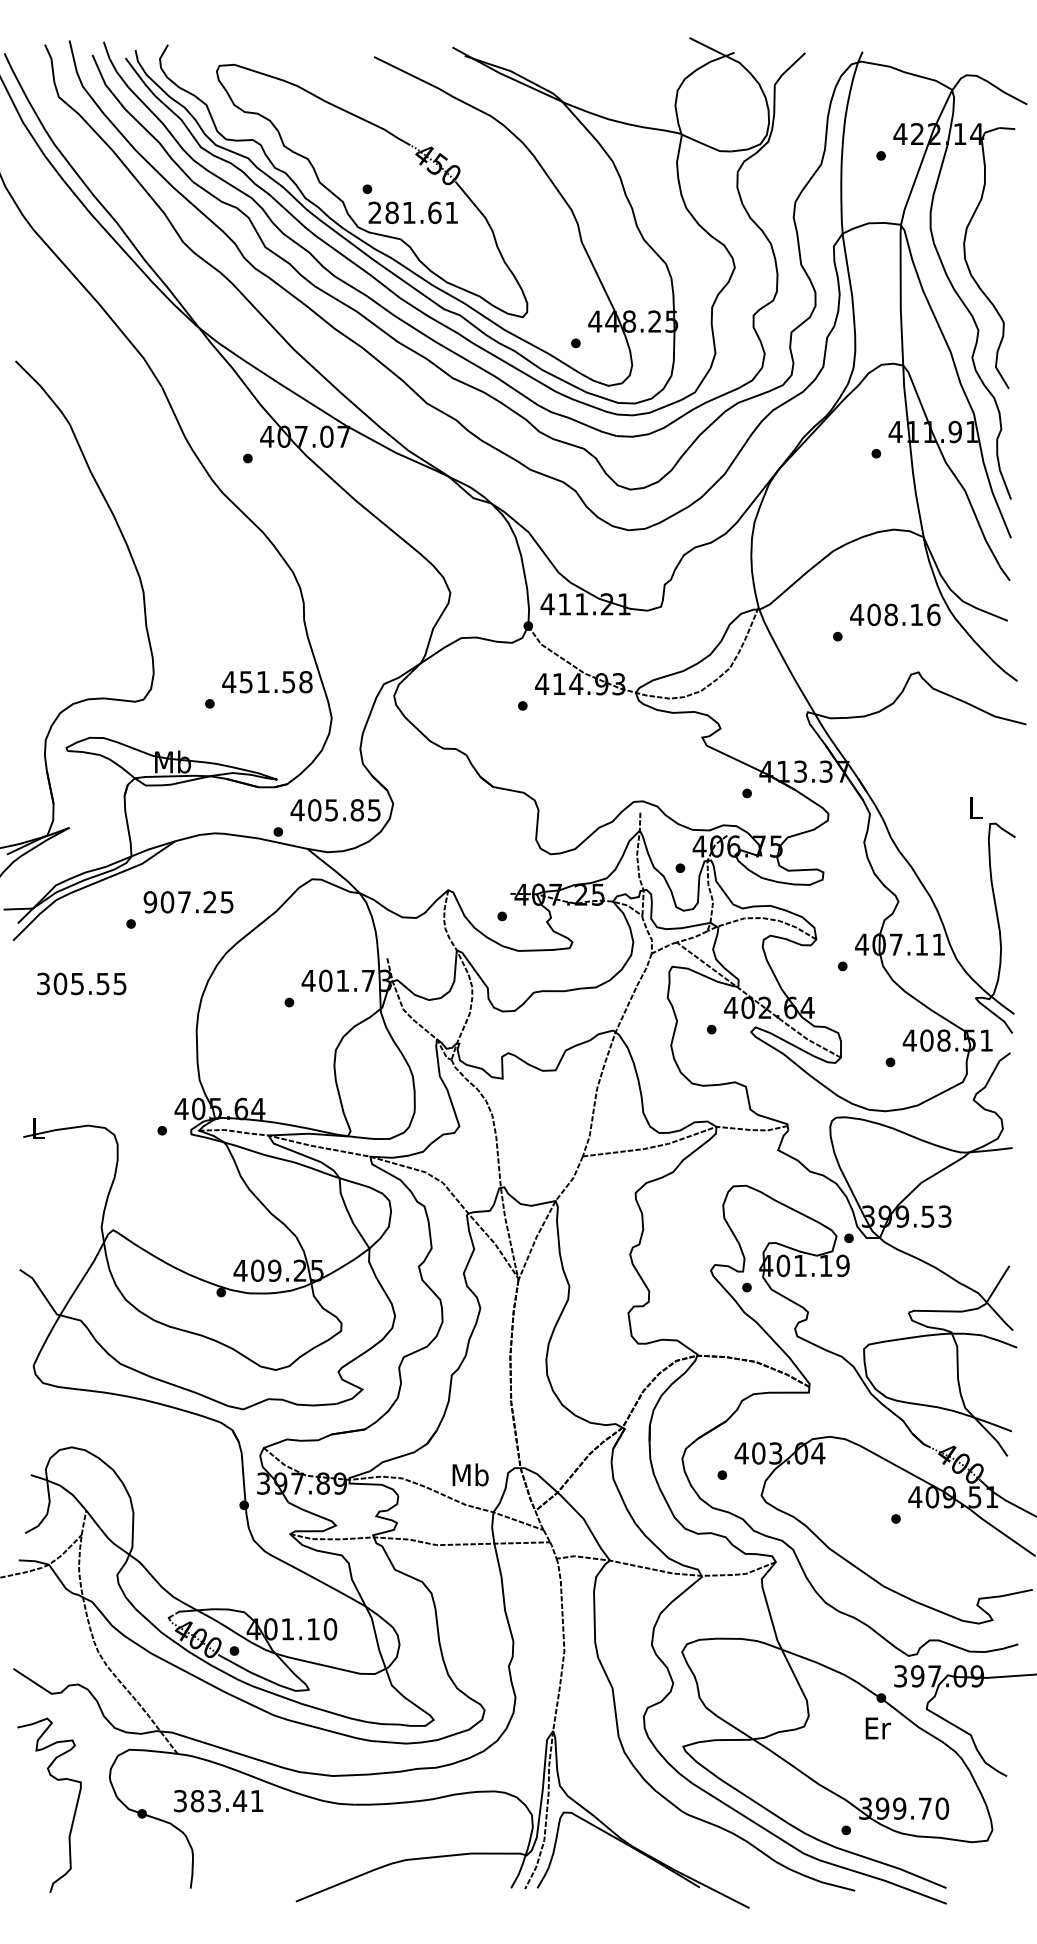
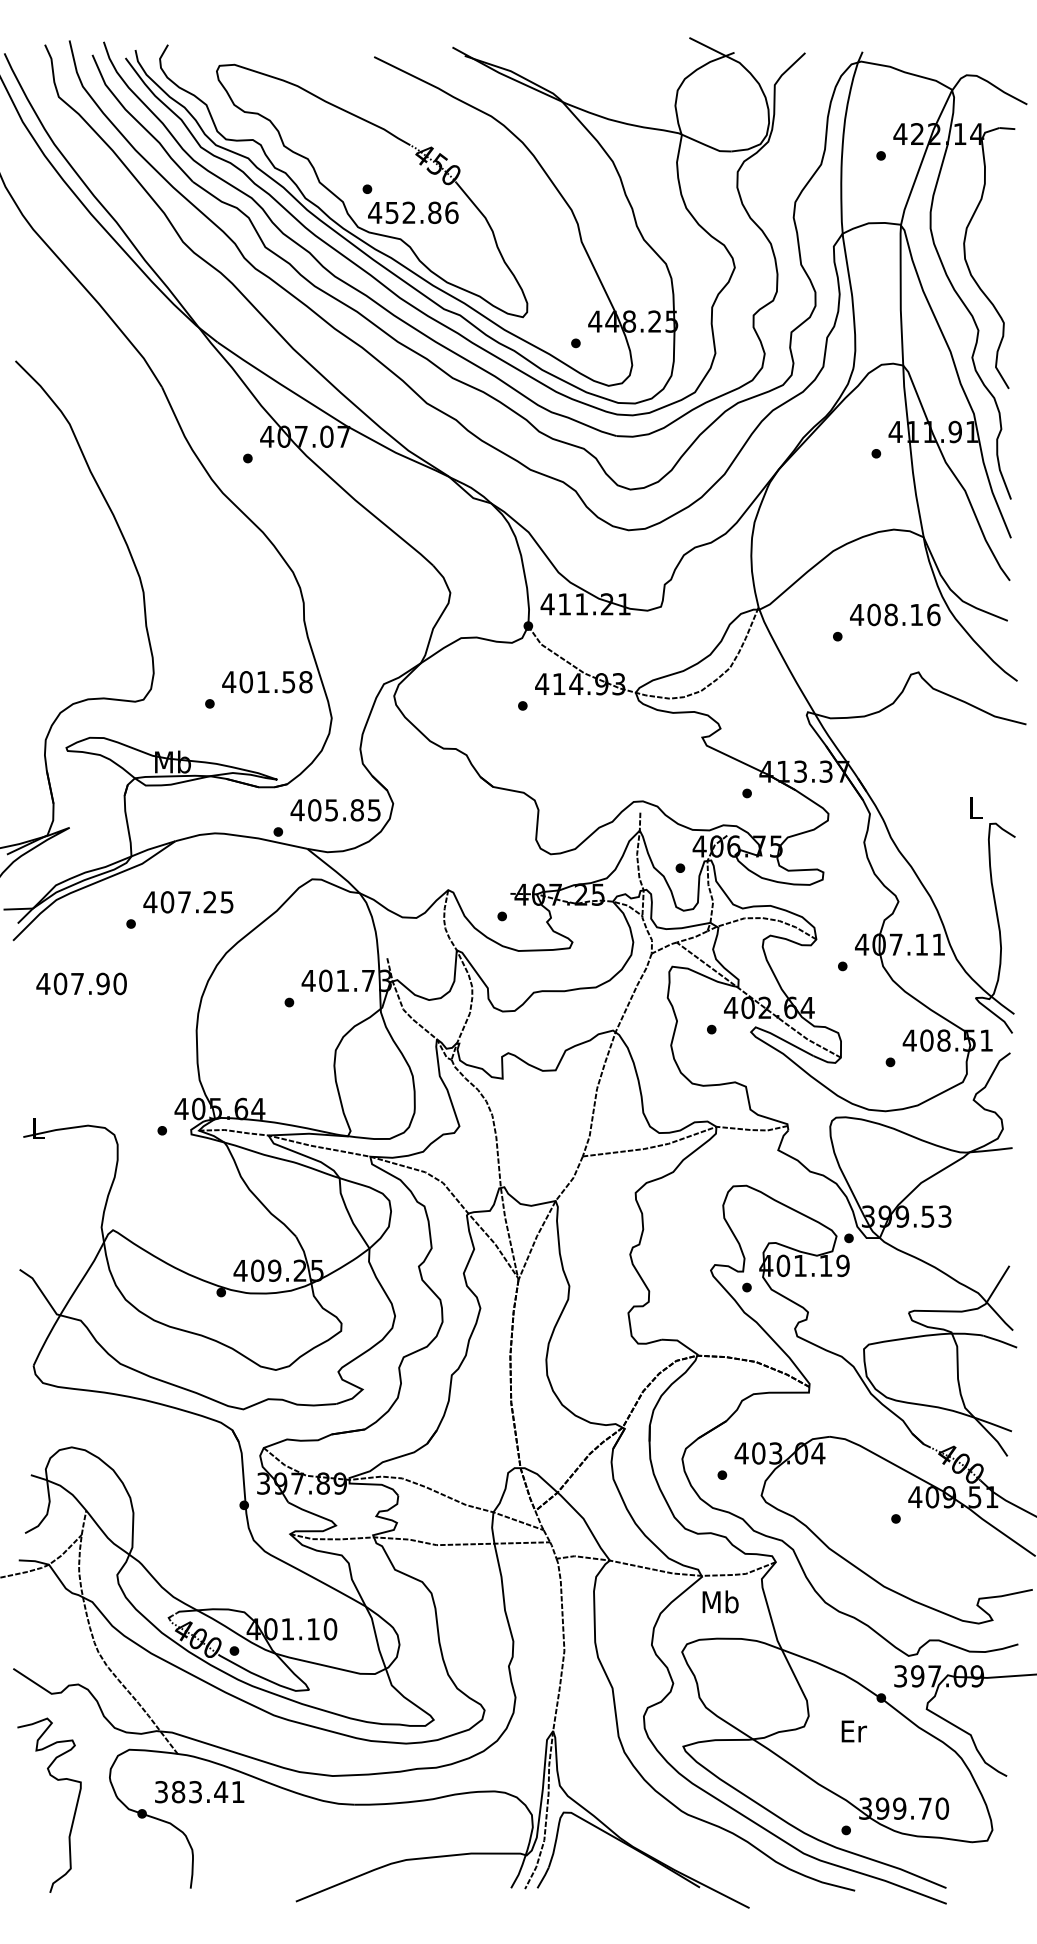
text at (413, 212): 281.61 -> 452.86
text at (245, 682): 451.58 -> 401.58
text at (150, 902): 907.25 -> 407.25
text at (81, 983): 305.55 -> 407.90
text at (470, 1474) position: (470, 1474) -> (720, 1601)
text at (877, 1728) position: (877, 1728) -> (853, 1731)
text at (218, 1801) position: (218, 1801) -> (199, 1792)
